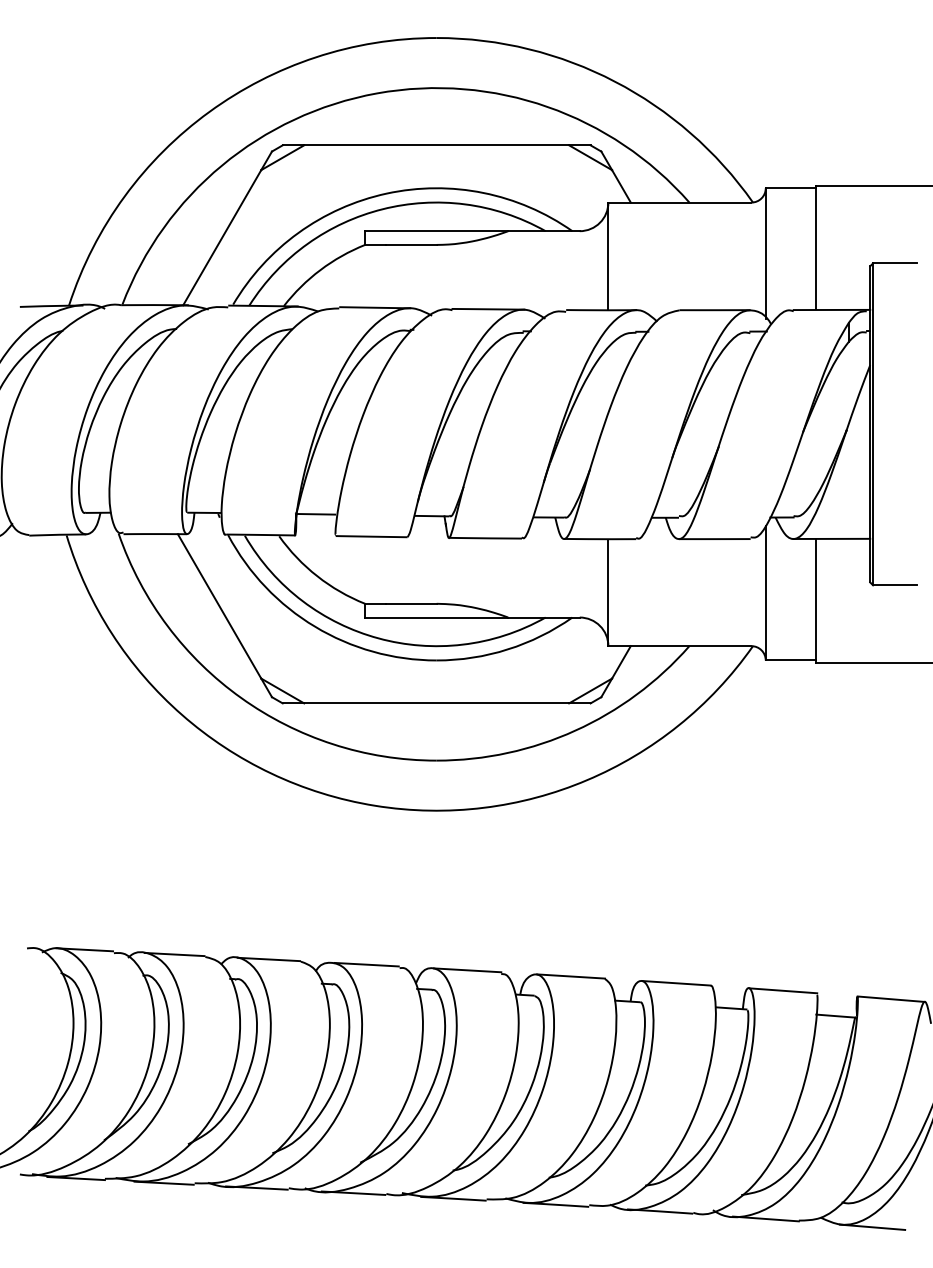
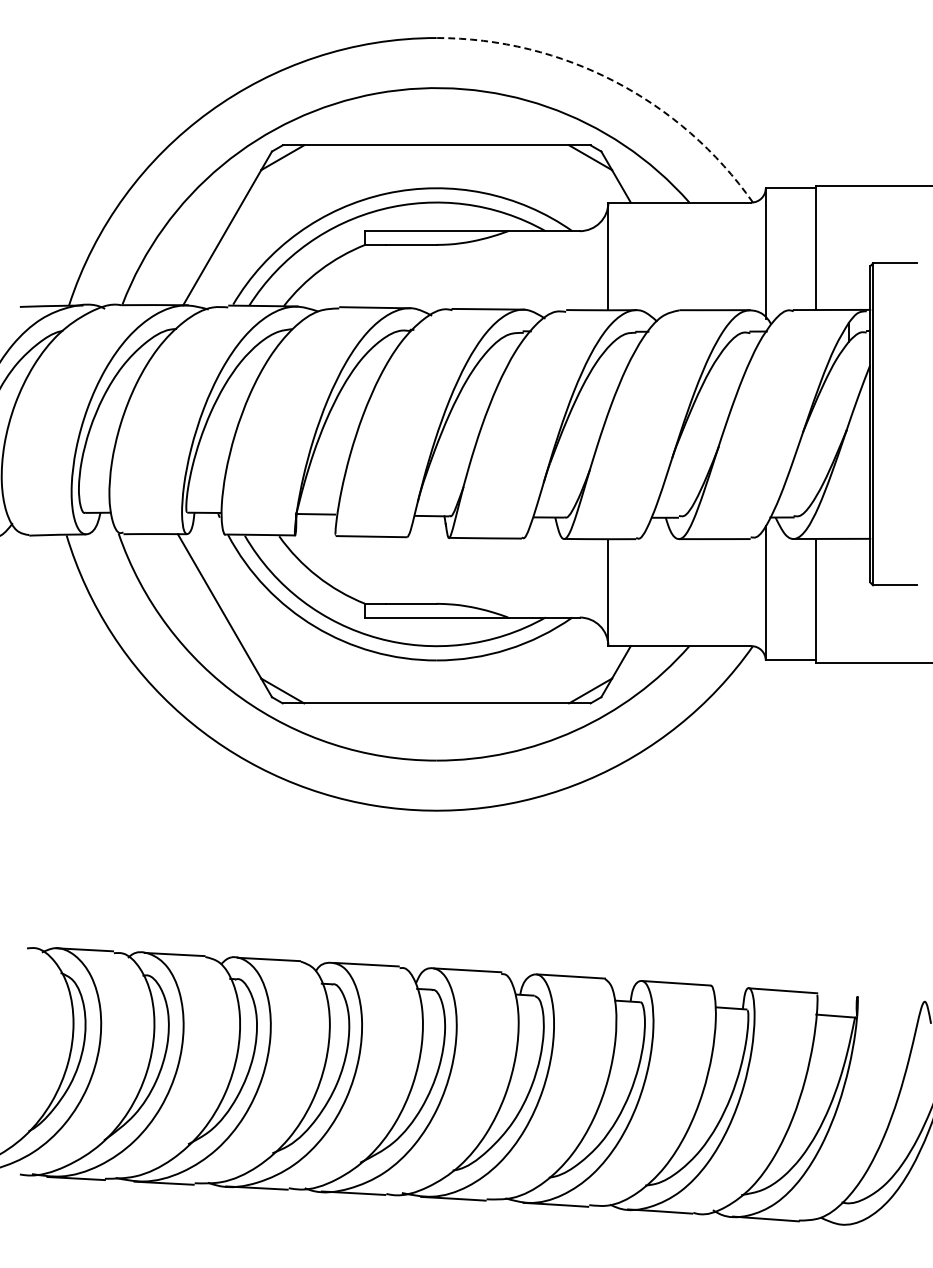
arc at (614, 81): solid -> dashed
line at (890, 998): present -> none
line at (872, 1226): present -> none
